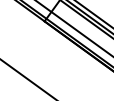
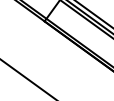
line at (73, 28): present -> none
